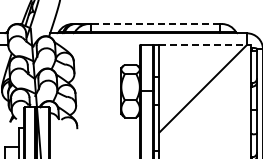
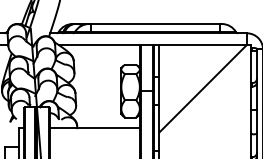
line at (155, 24): dashed -> solid
line at (99, 44): none -> present
line at (205, 44): dashed -> solid
line at (94, 128): none -> present
